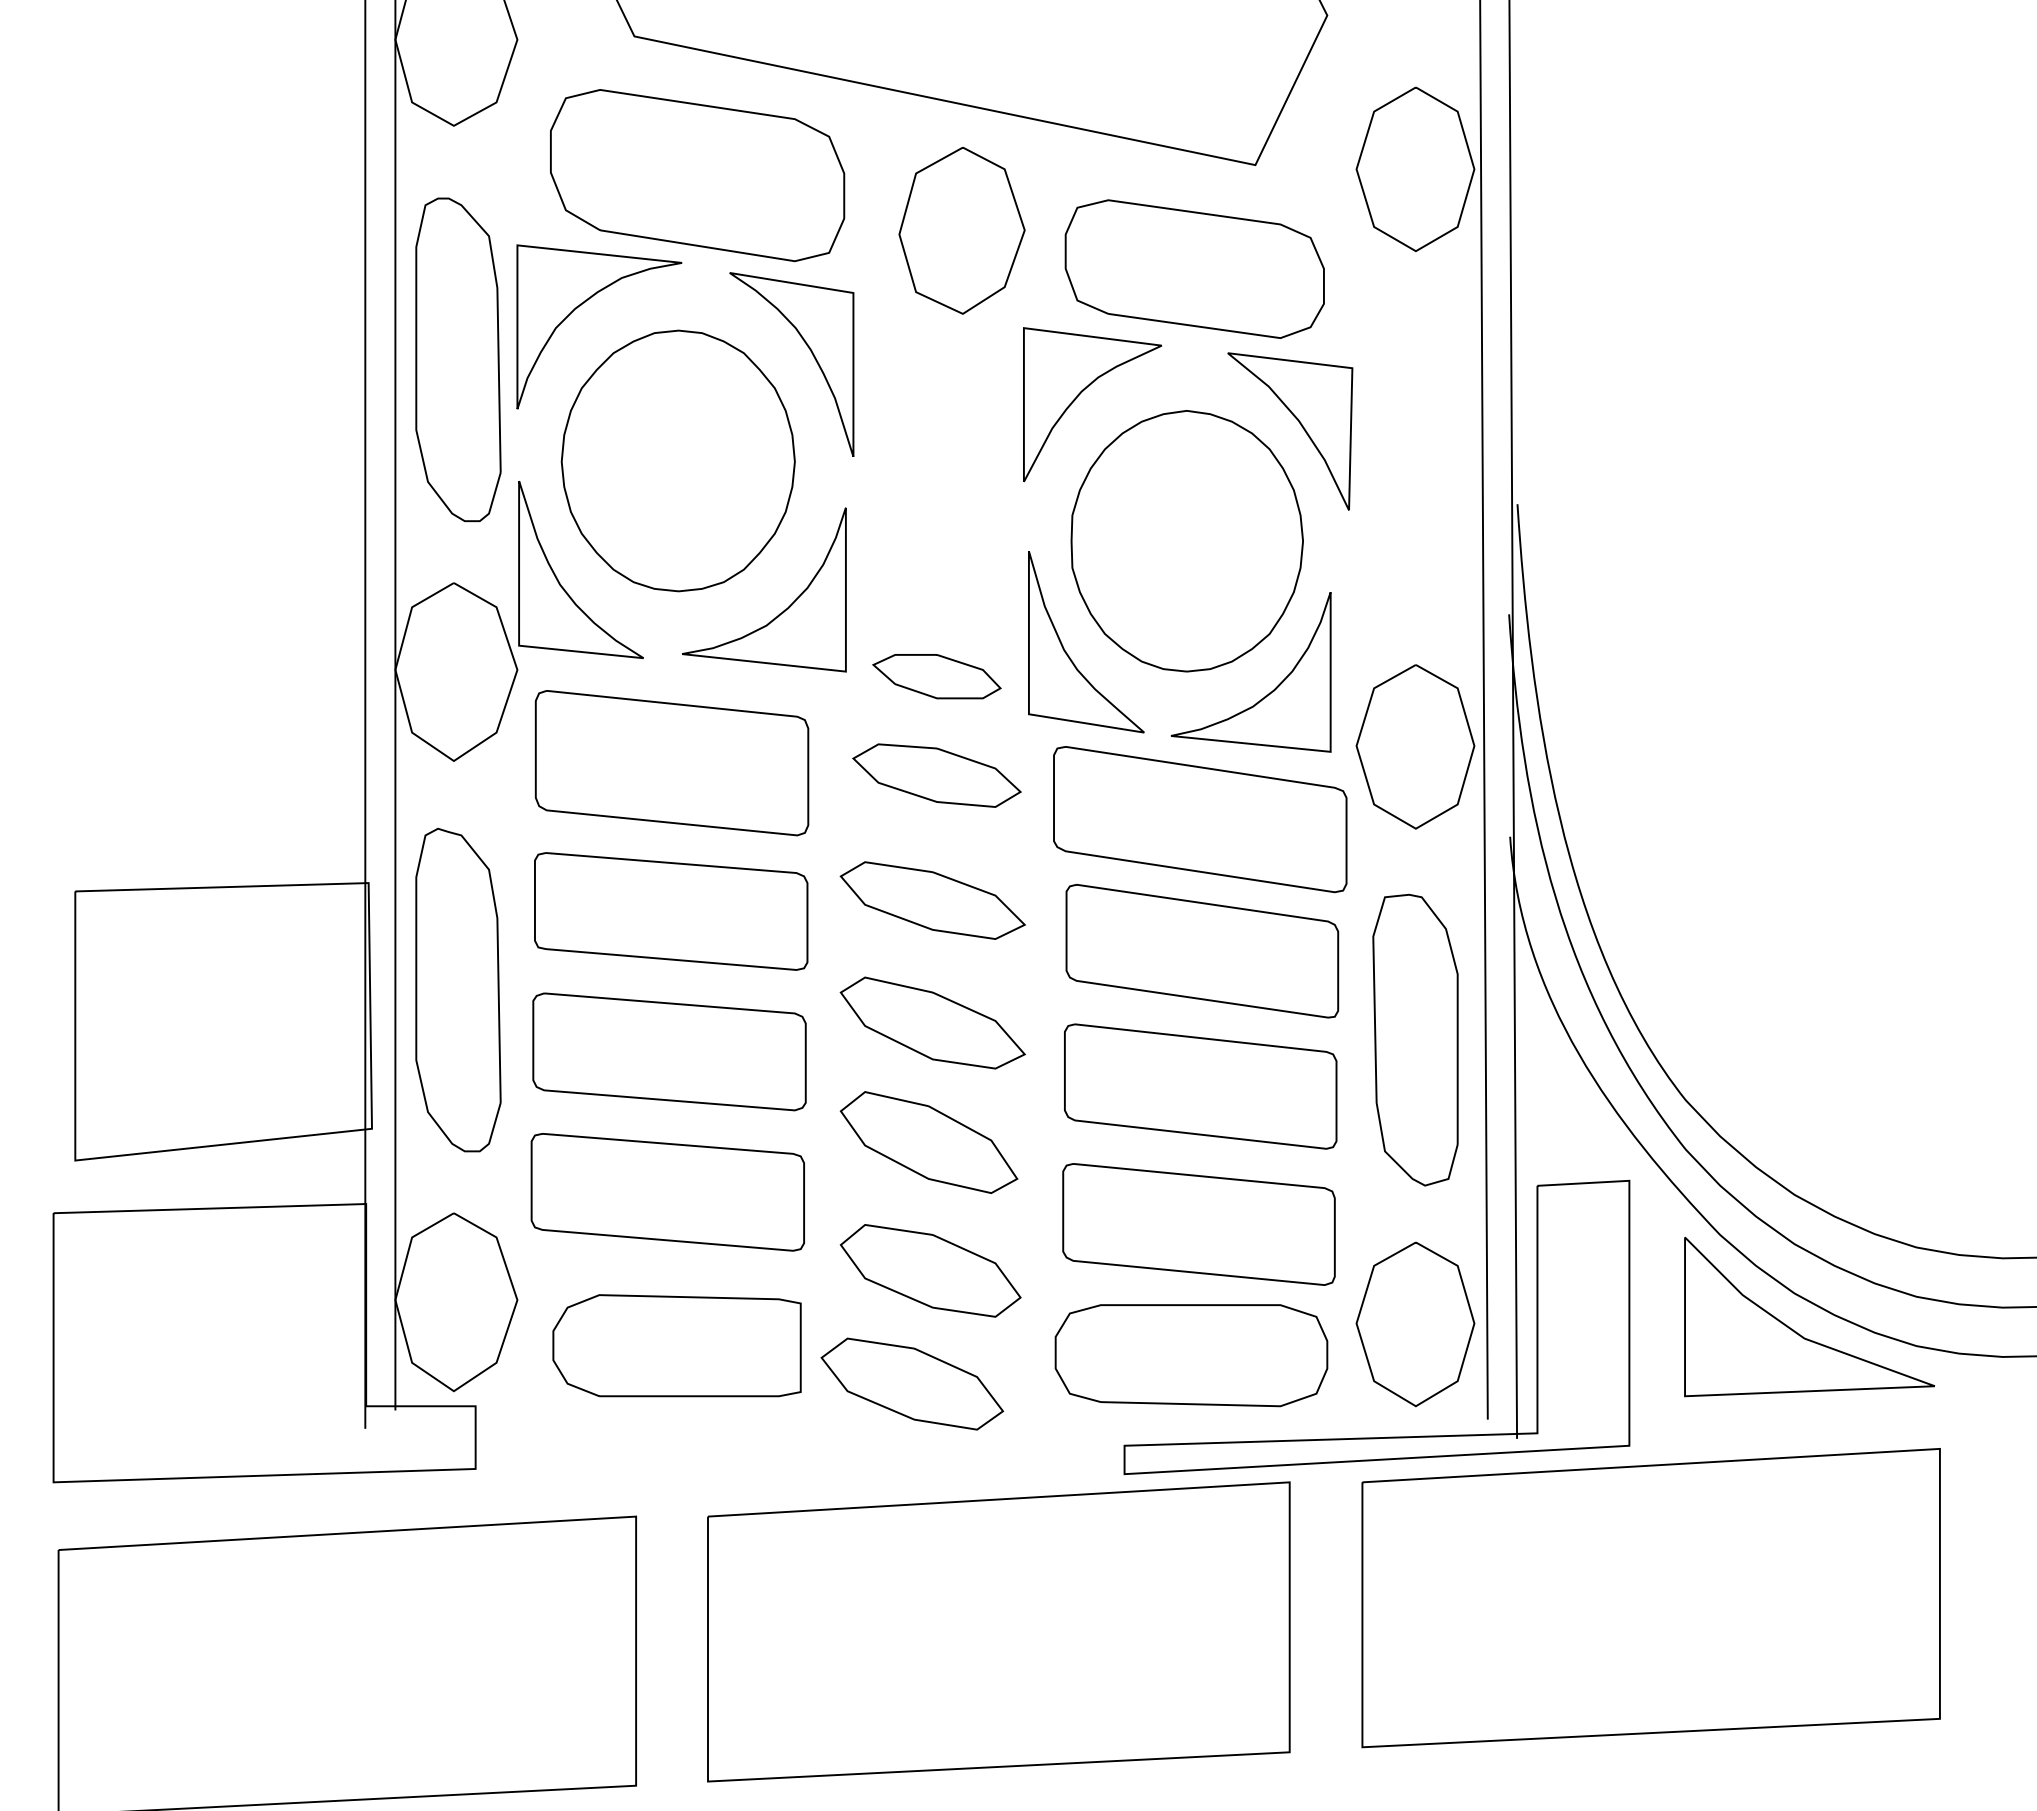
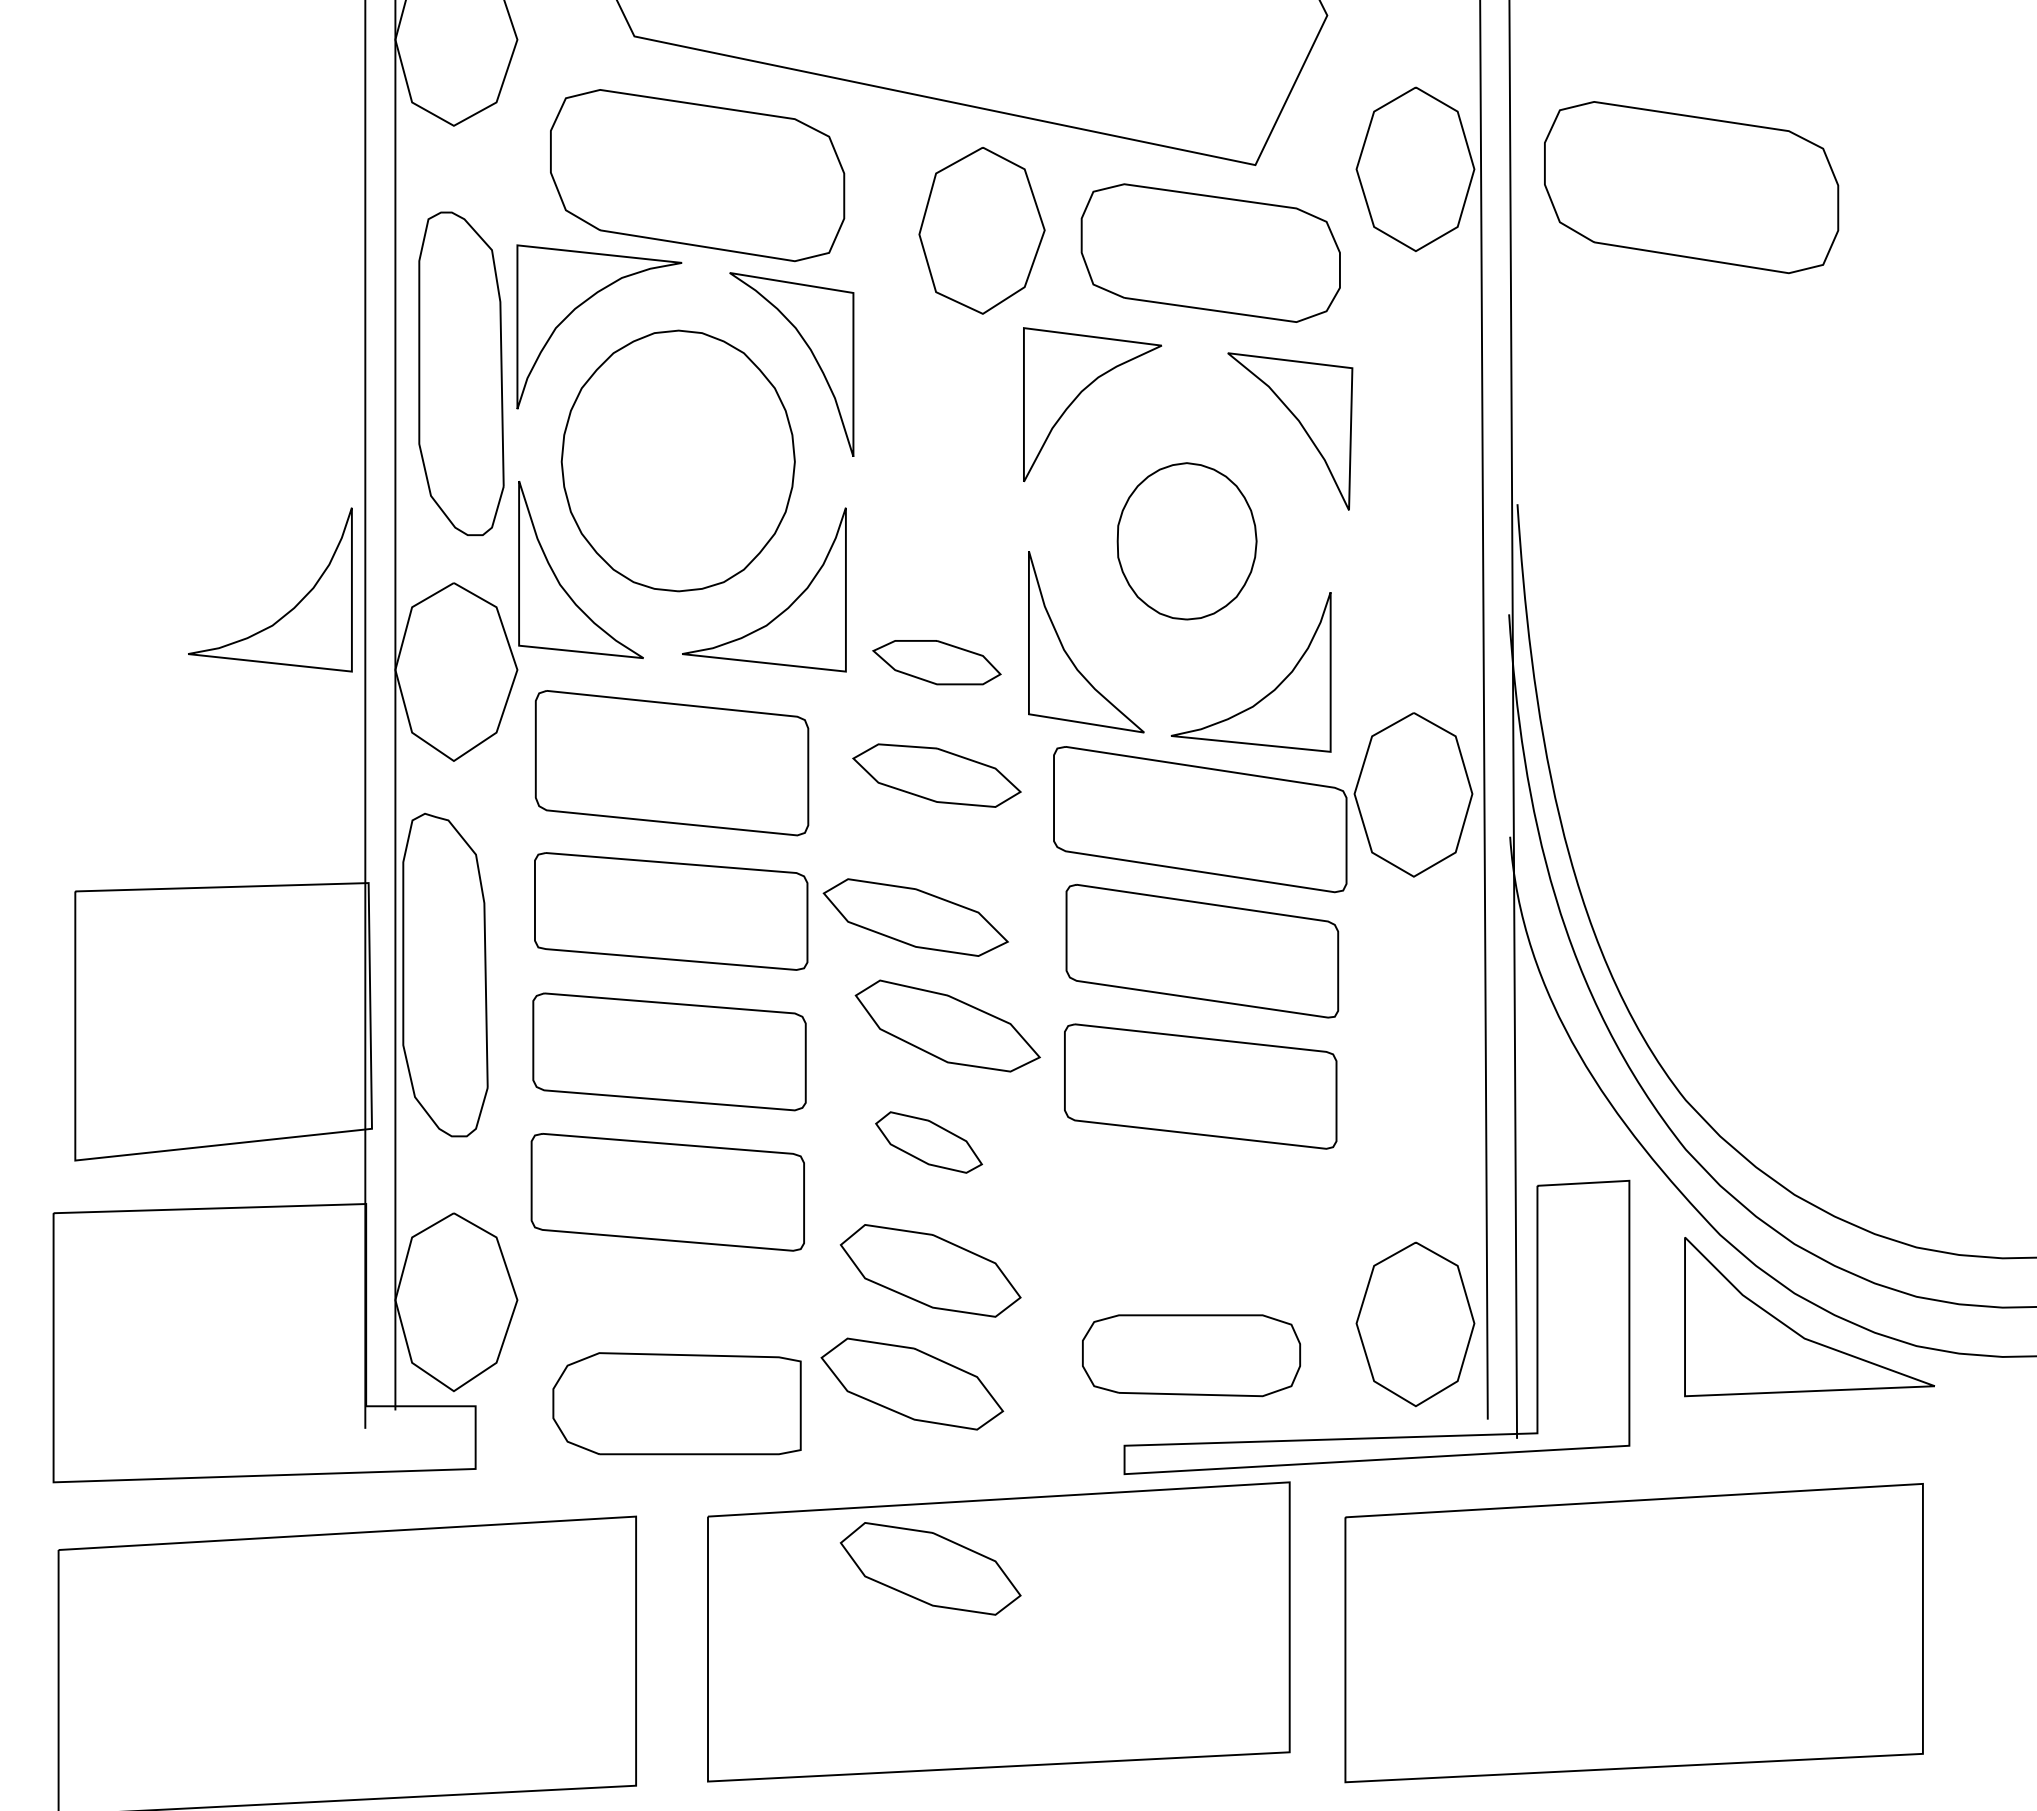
part at (1691, 187): none -> present
part at (961, 230) position: (961, 230) -> (981, 230)
part at (1194, 268) position: (1194, 268) -> (1210, 252)
part at (458, 359) position: (458, 359) -> (461, 373)
part at (1186, 541) size: 234x263 px -> 142x159 px
part at (290, 609): none -> present
part at (936, 676) position: (936, 676) -> (936, 662)
part at (1415, 746) position: (1415, 746) -> (1413, 794)
part at (932, 900) position: (932, 900) -> (915, 917)
part at (458, 989) position: (458, 989) -> (445, 974)
part at (932, 1022) position: (932, 1022) -> (947, 1025)
part at (1415, 1039): present -> none
part at (928, 1142) size: 180x103 px -> 108x63 px
part at (1198, 1224): present -> none
part at (676, 1345) position: (676, 1345) -> (676, 1403)
part at (1191, 1355) size: 275x104 px -> 220x84 px
part at (930, 1568): none -> present
part at (1650, 1598) position: (1650, 1598) -> (1633, 1633)
